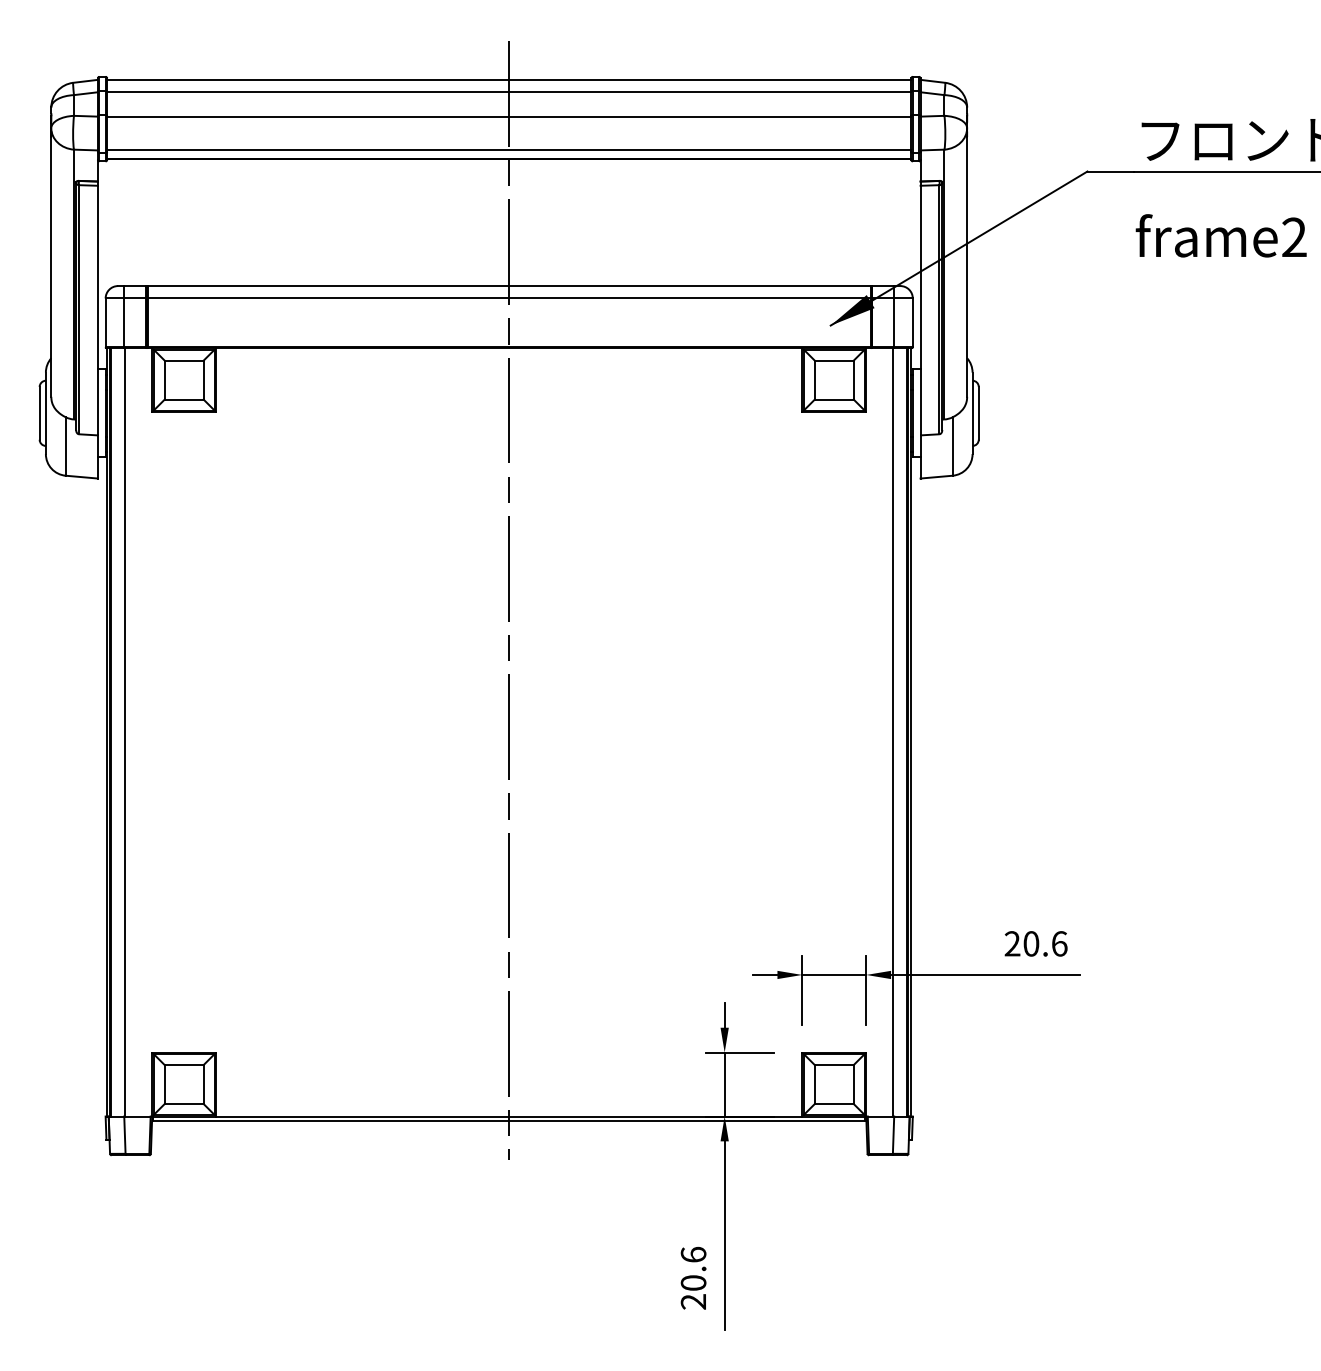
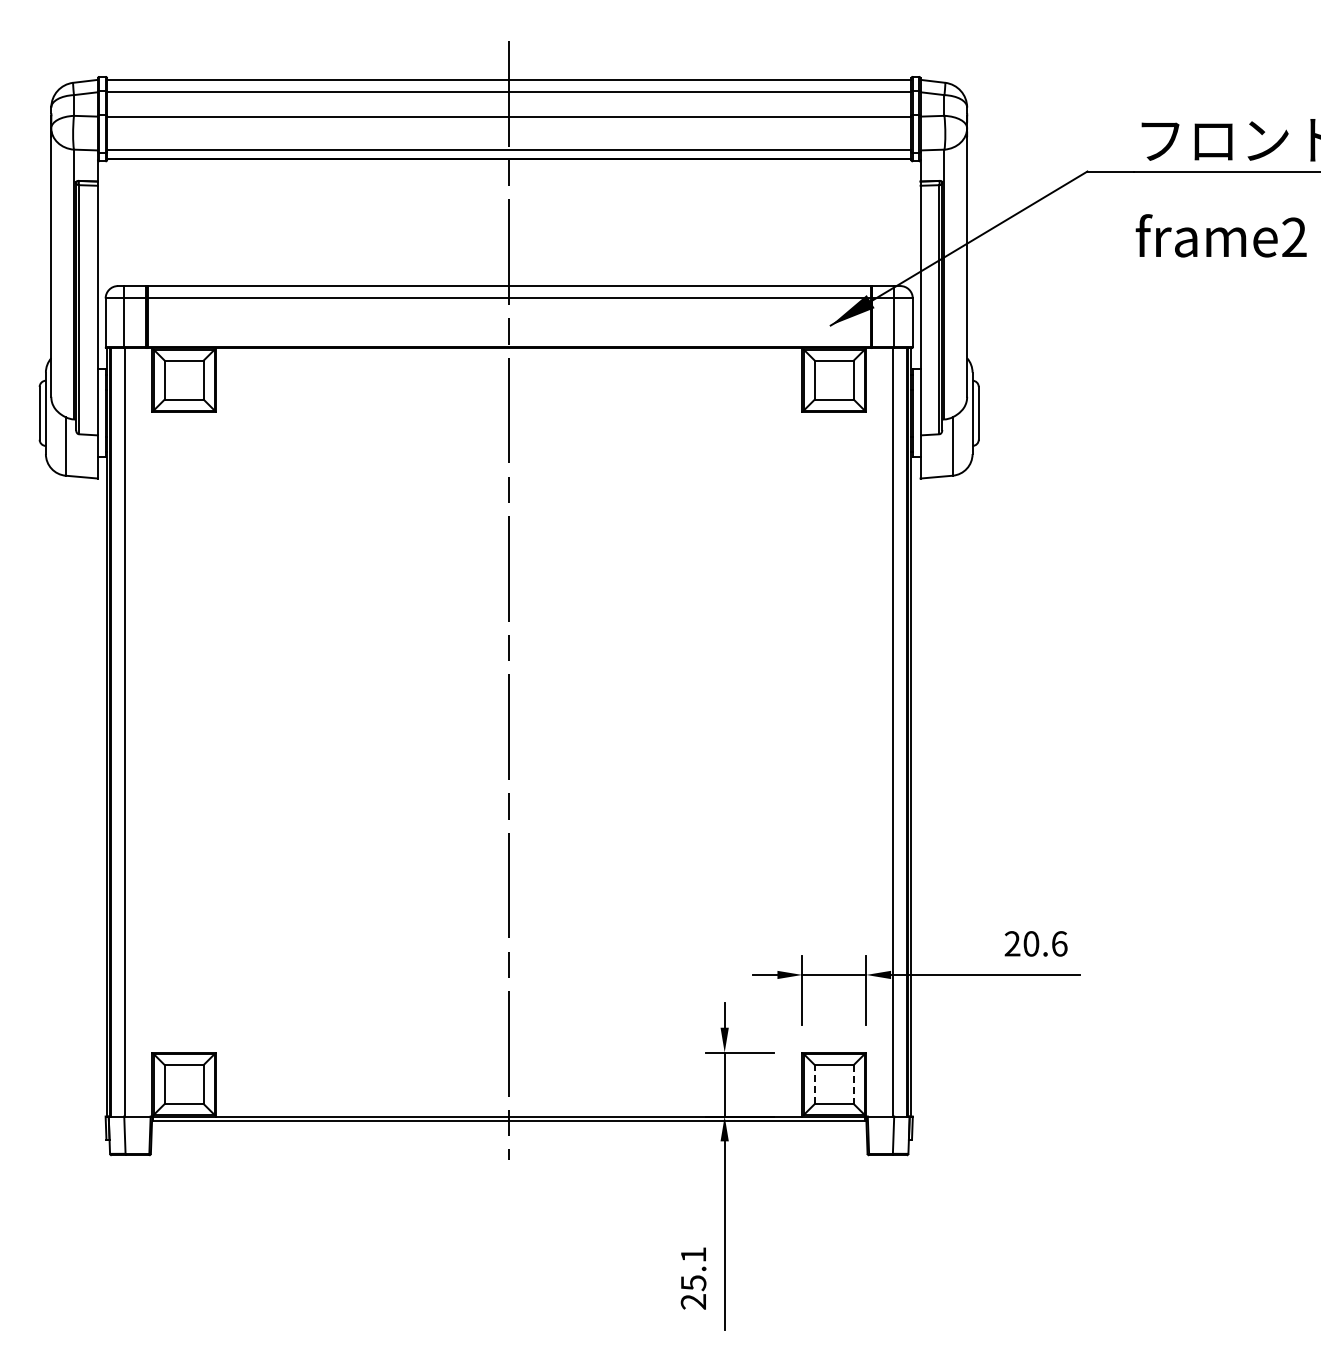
line at (814, 1084): solid -> dashed
line at (853, 1085): solid -> dashed
text at (693, 1268): 20.6 -> 25.1
